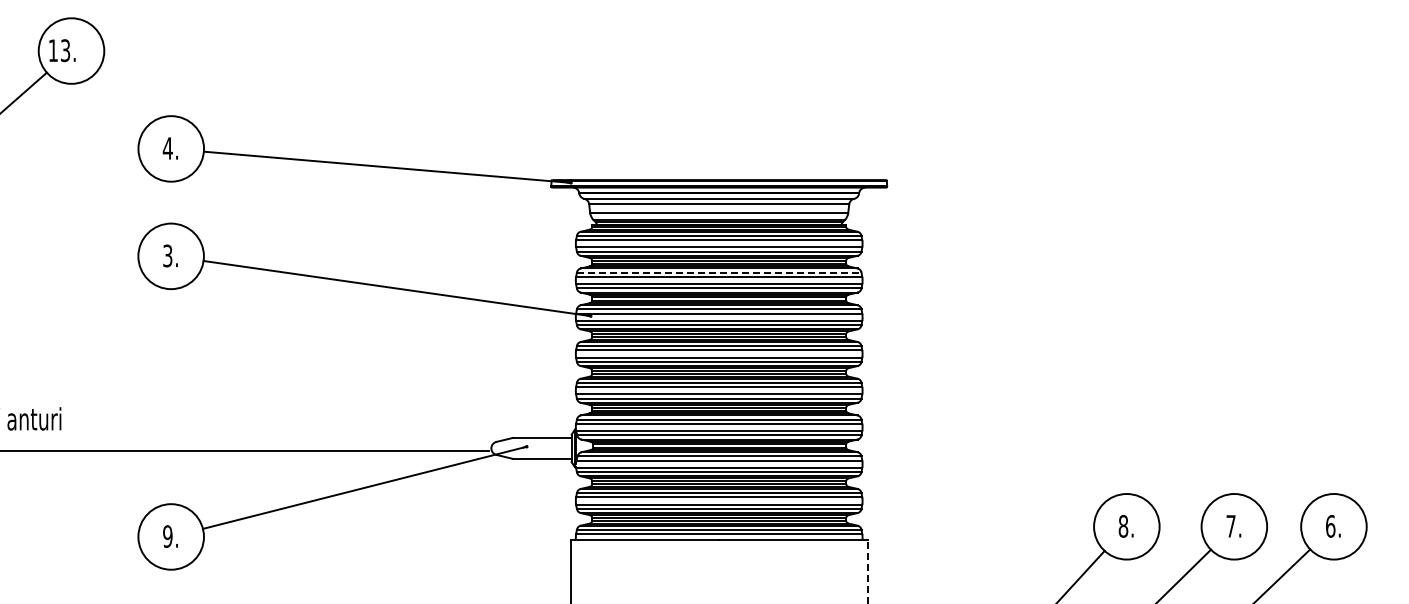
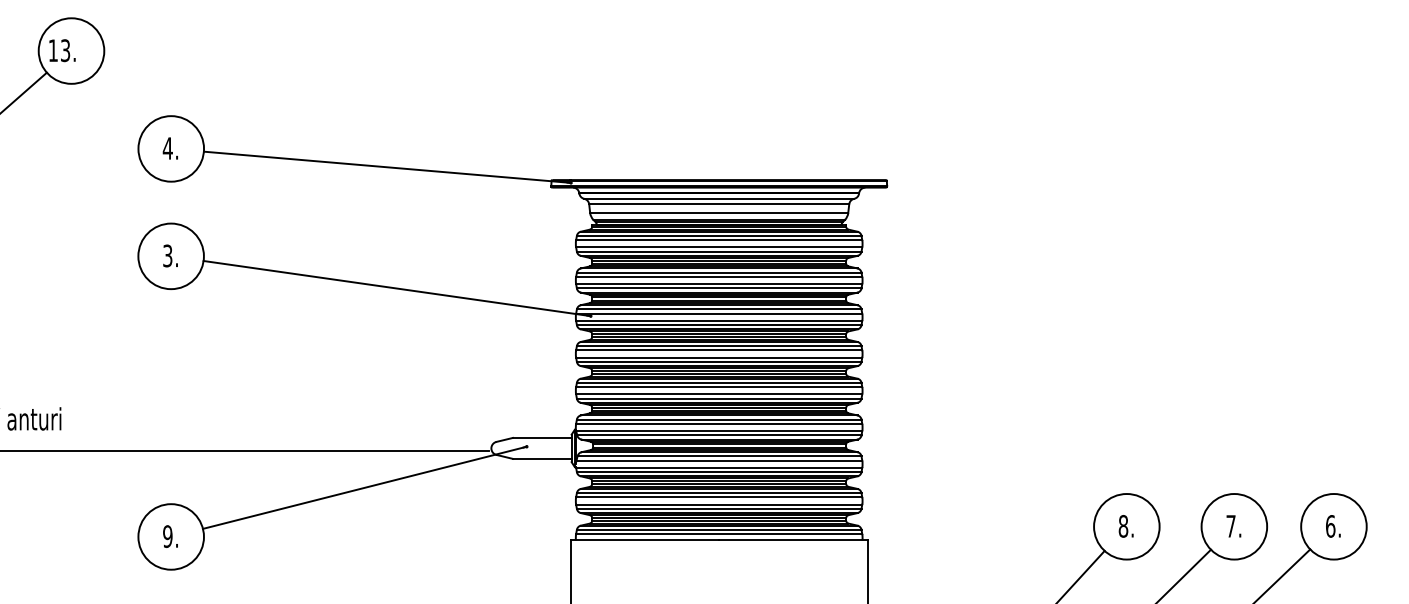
line at (719, 272): dashed -> solid
line at (867, 571): dashed -> solid
